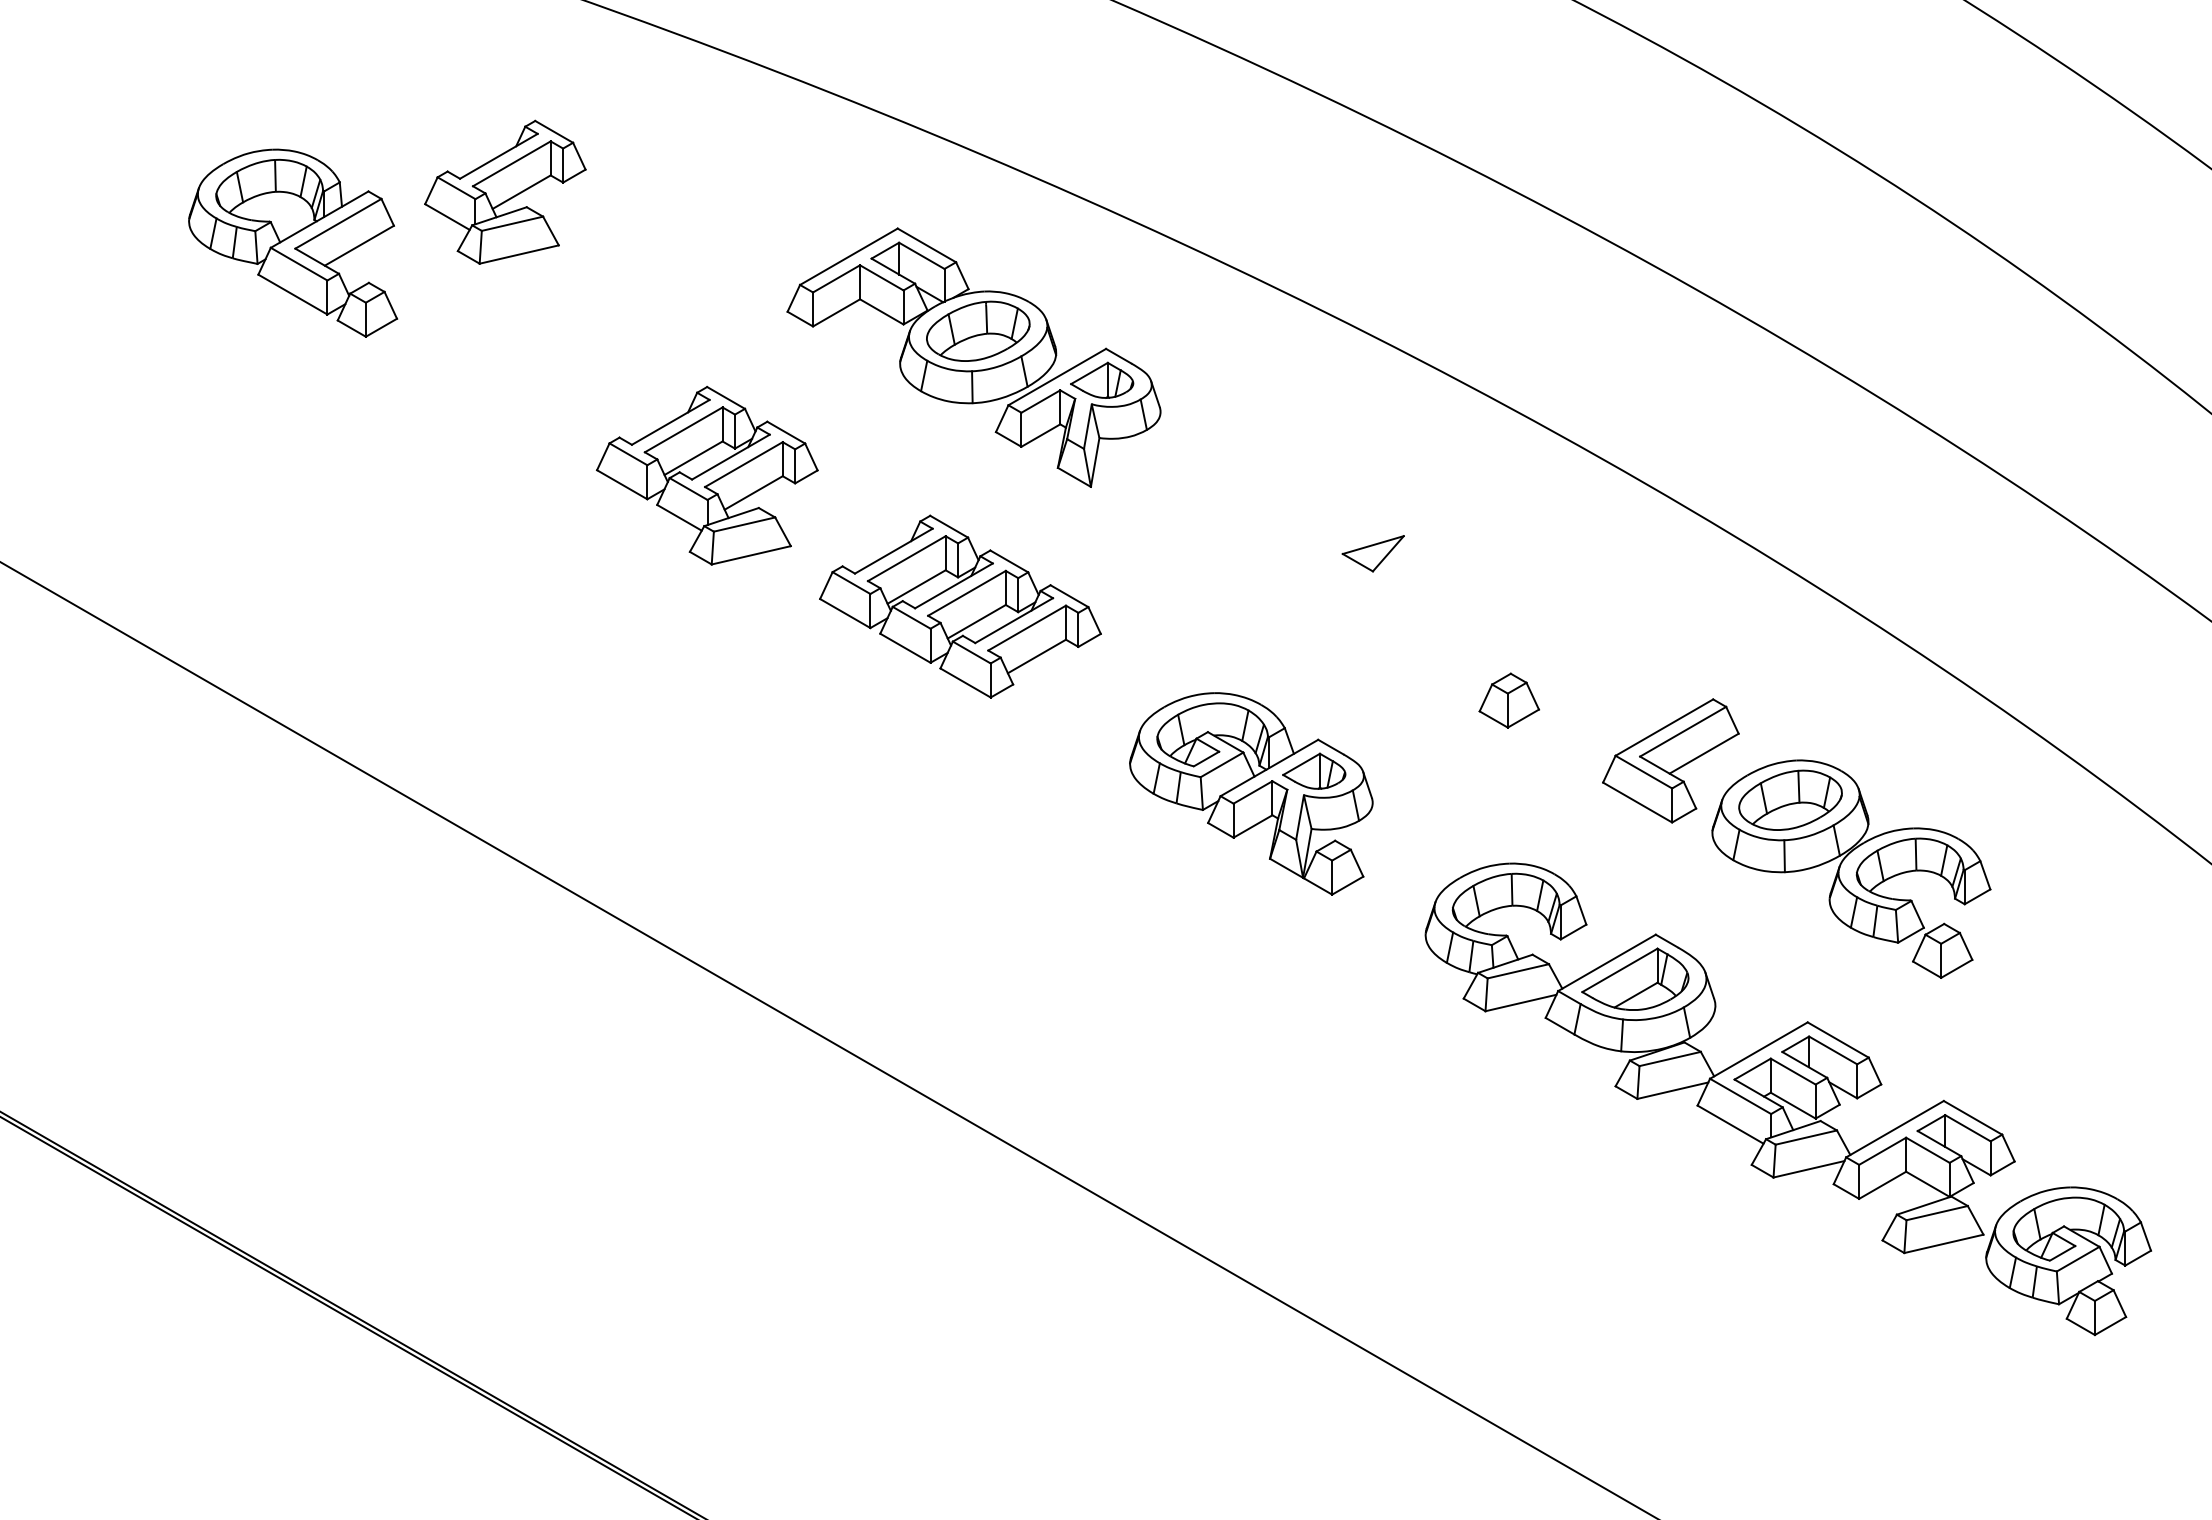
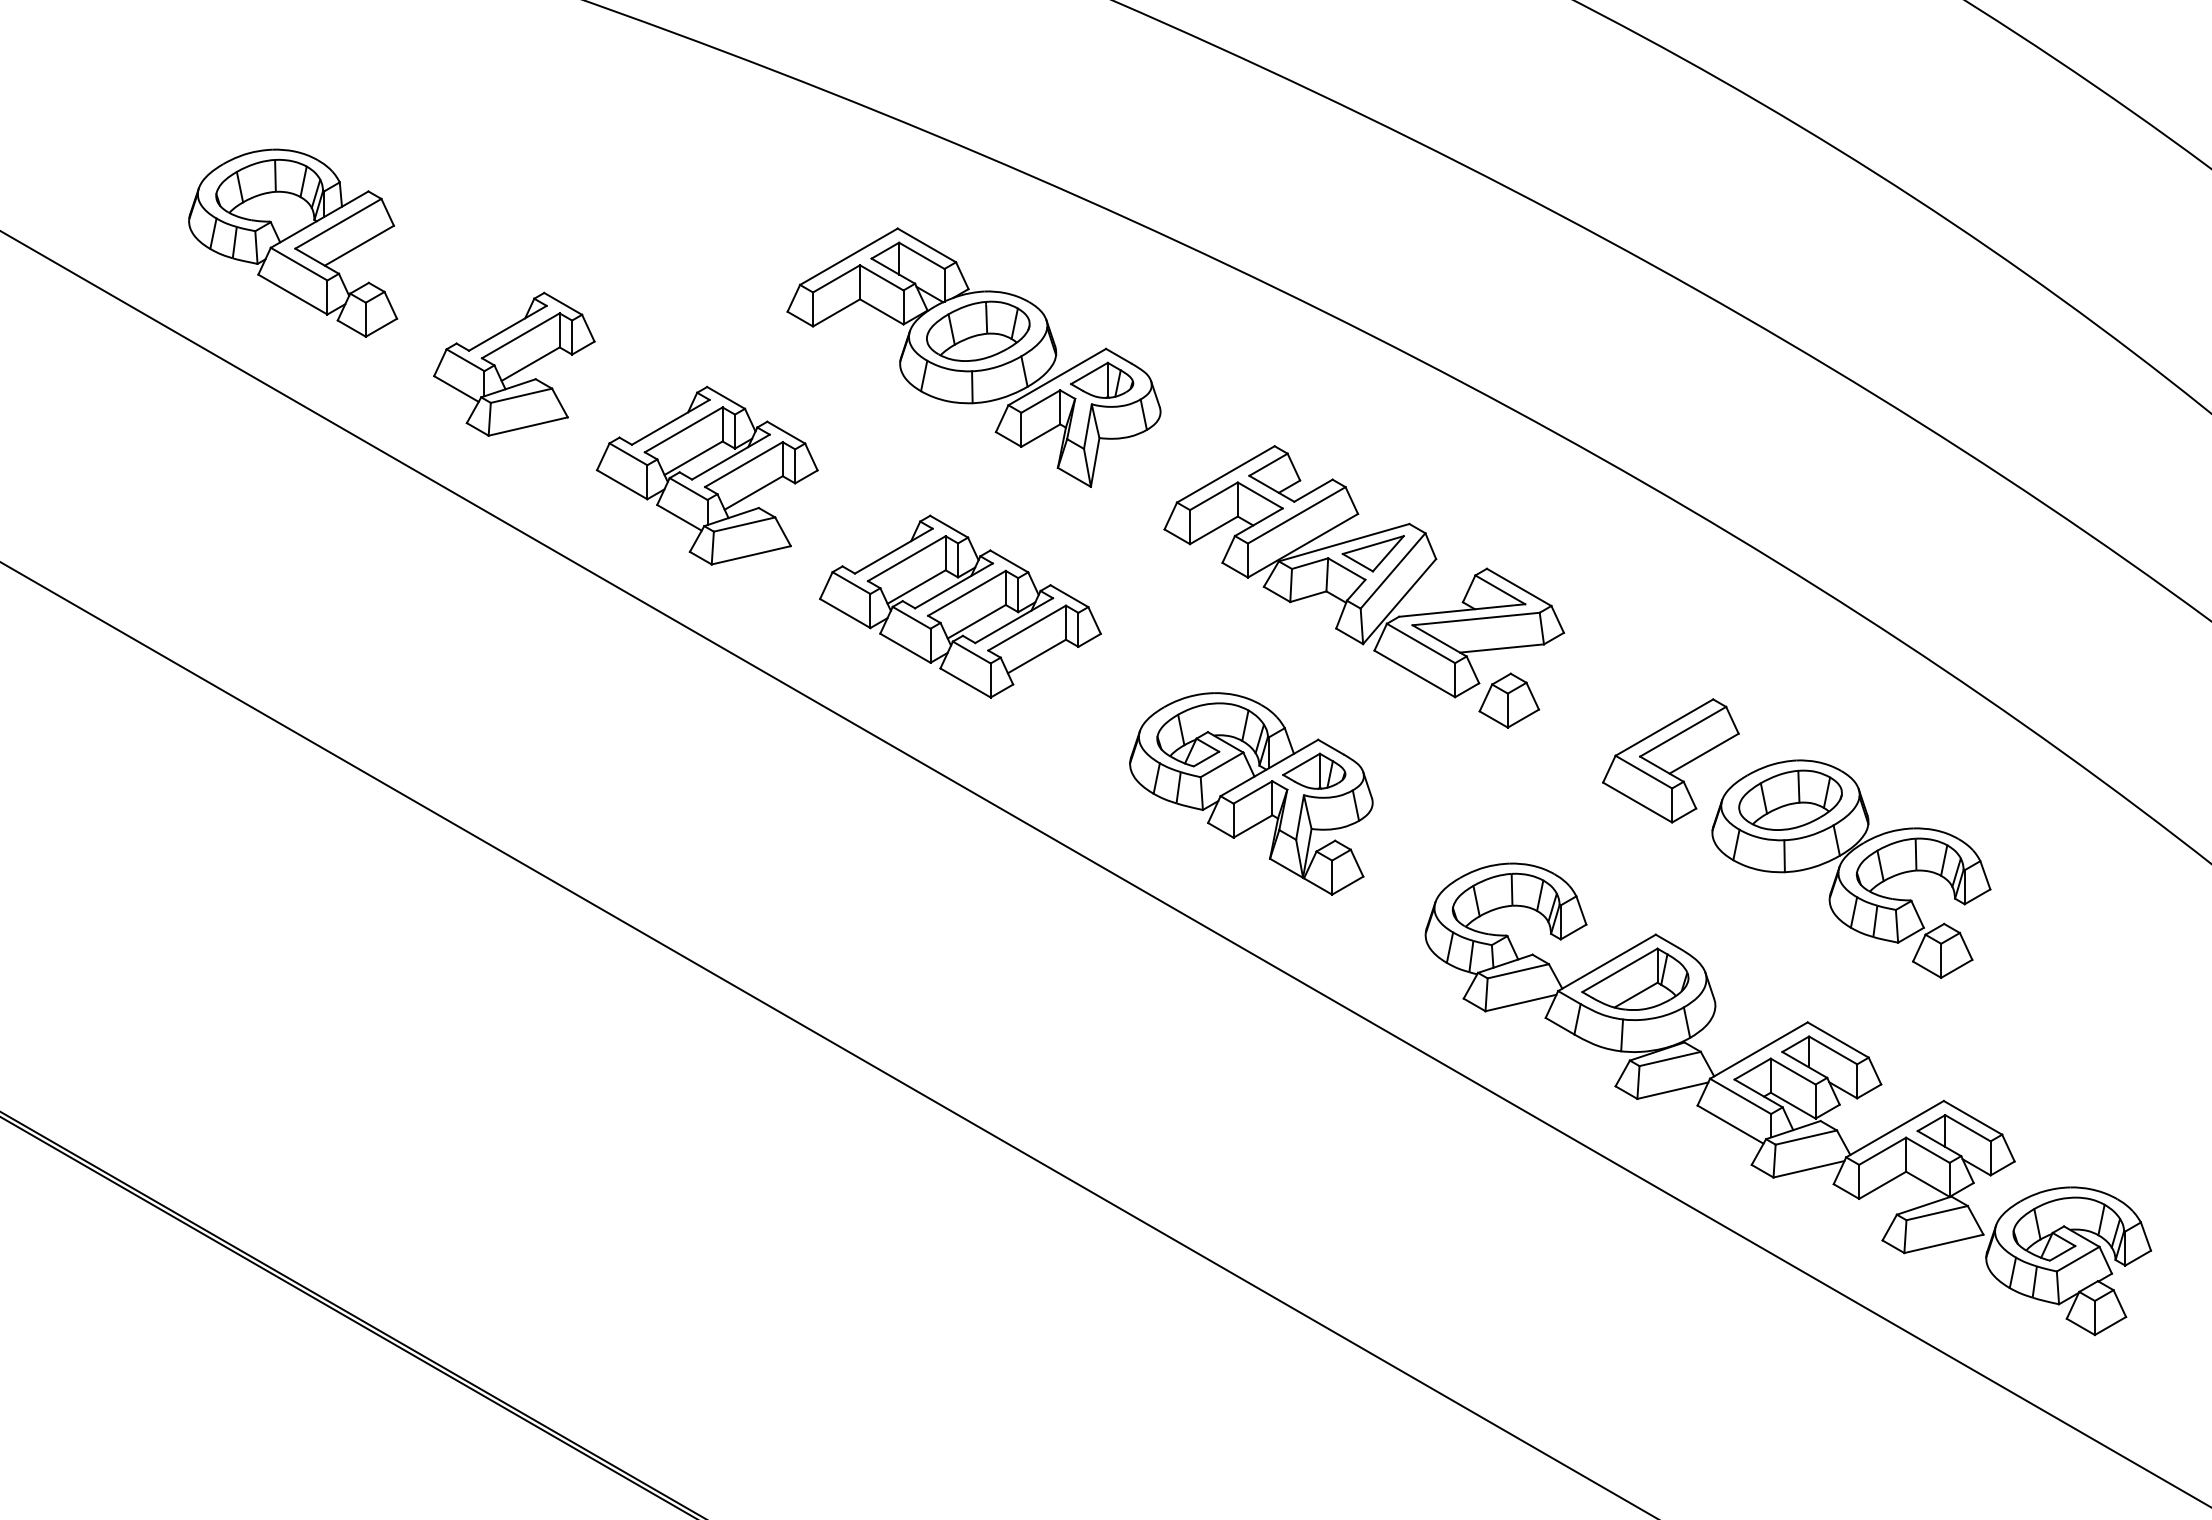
part at (505, 191) position: (505, 191) -> (514, 363)
part at (1363, 571): none -> present
line at (1105, 868): none -> present
